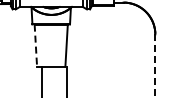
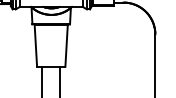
line at (35, 46): dashed -> solid
line at (155, 65): dashed -> solid
line at (67, 80) position: (67, 80) -> (60, 80)
